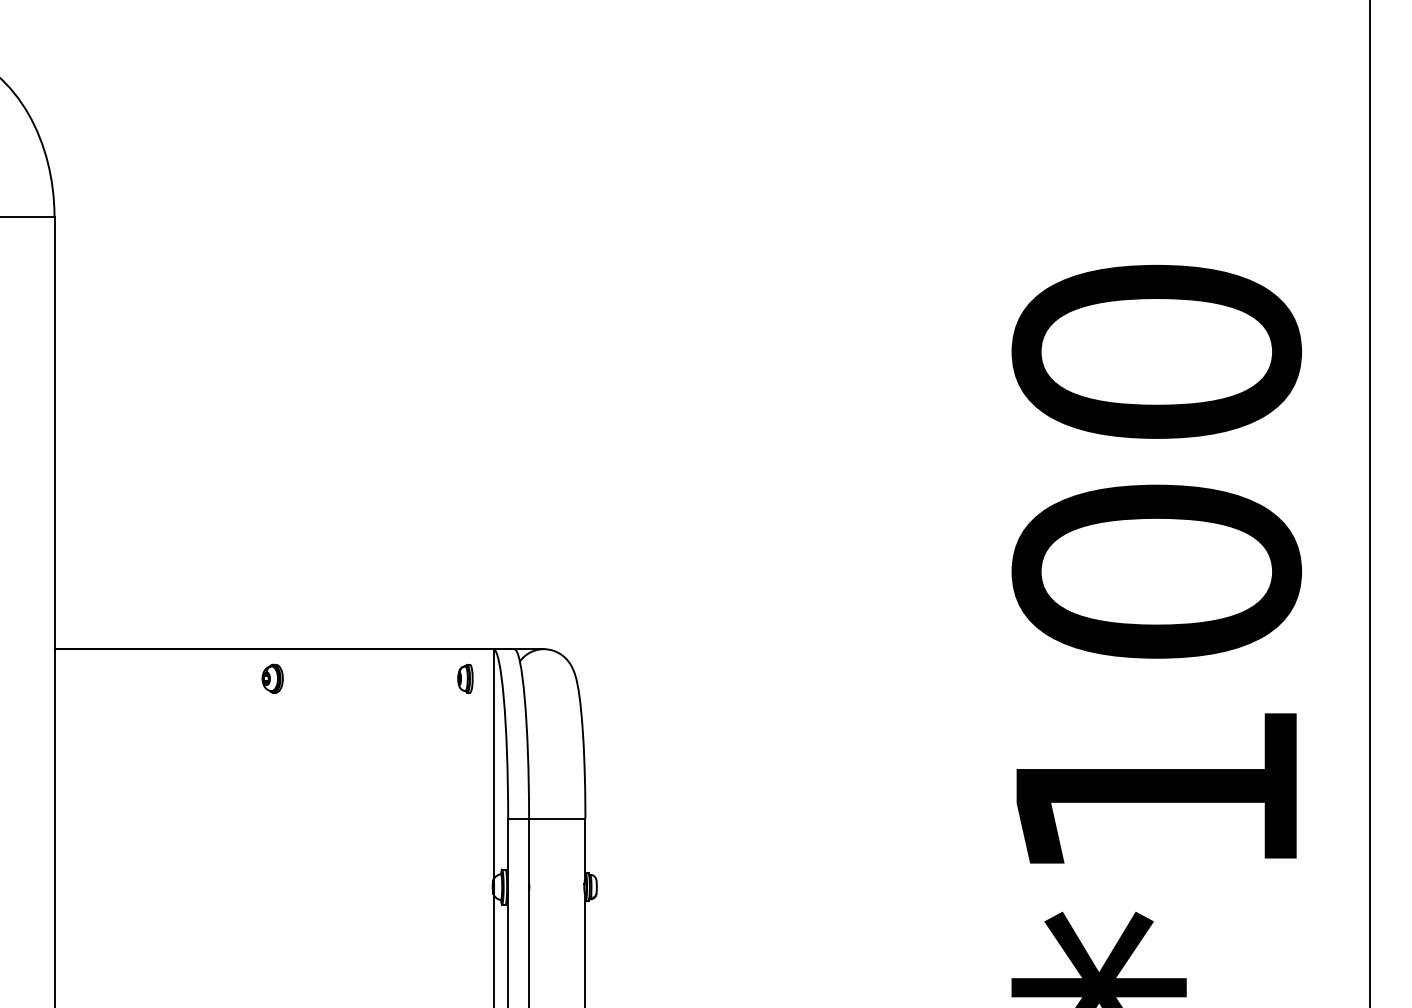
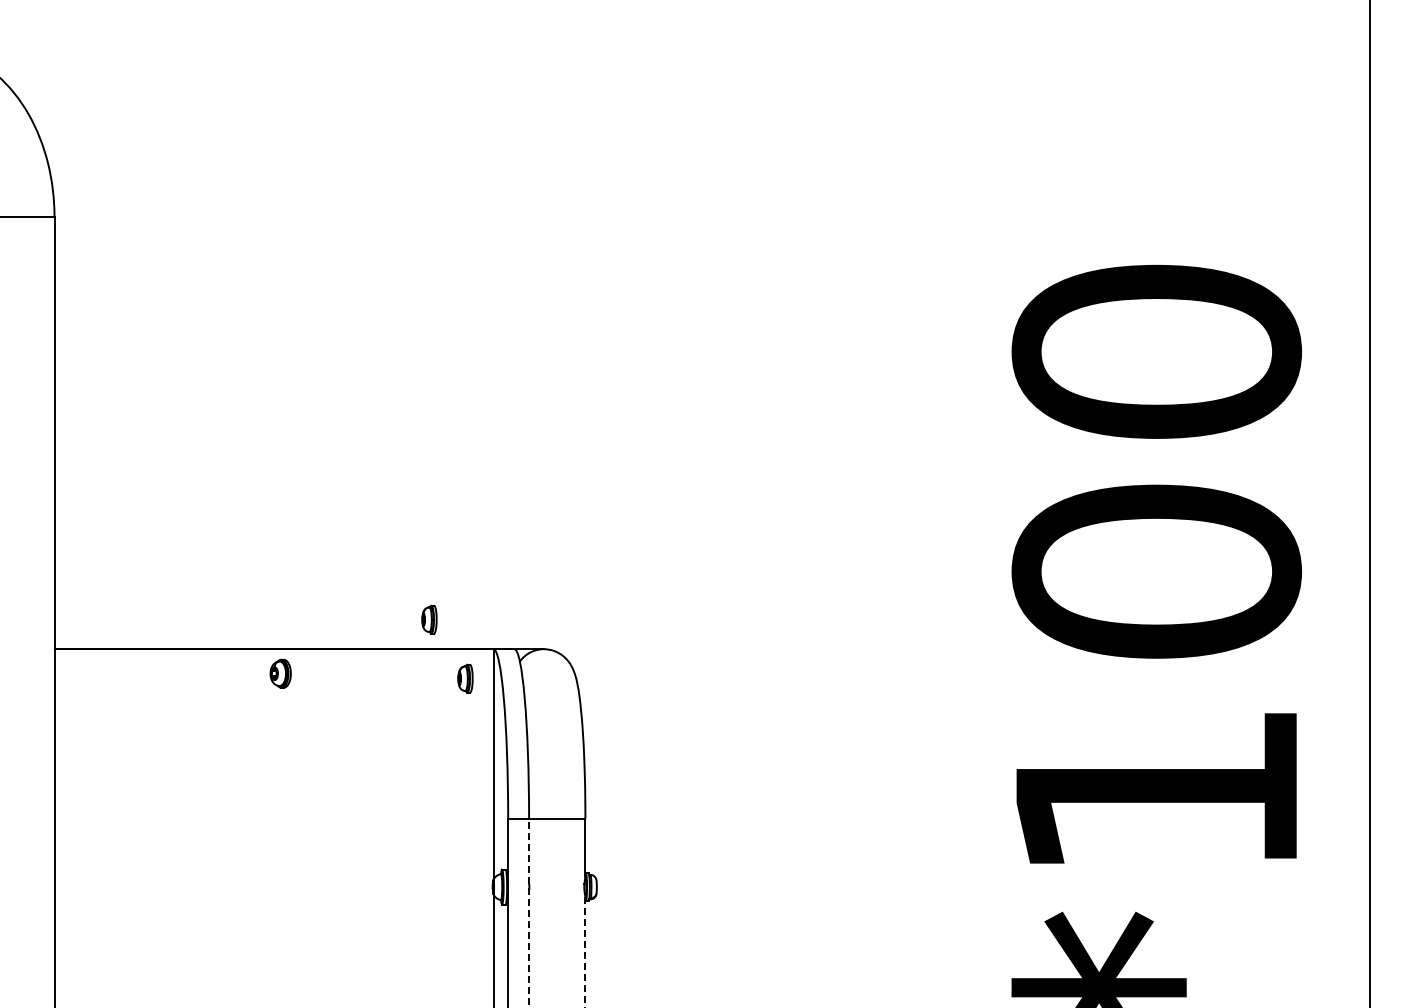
part at (429, 619): none -> present
part at (272, 678) position: (272, 678) -> (280, 673)
line at (529, 912): solid -> dashed
line at (585, 952): solid -> dashed
